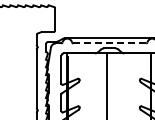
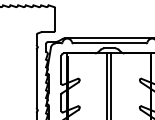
line at (109, 43): dashed -> solid
line at (111, 84): none -> present
